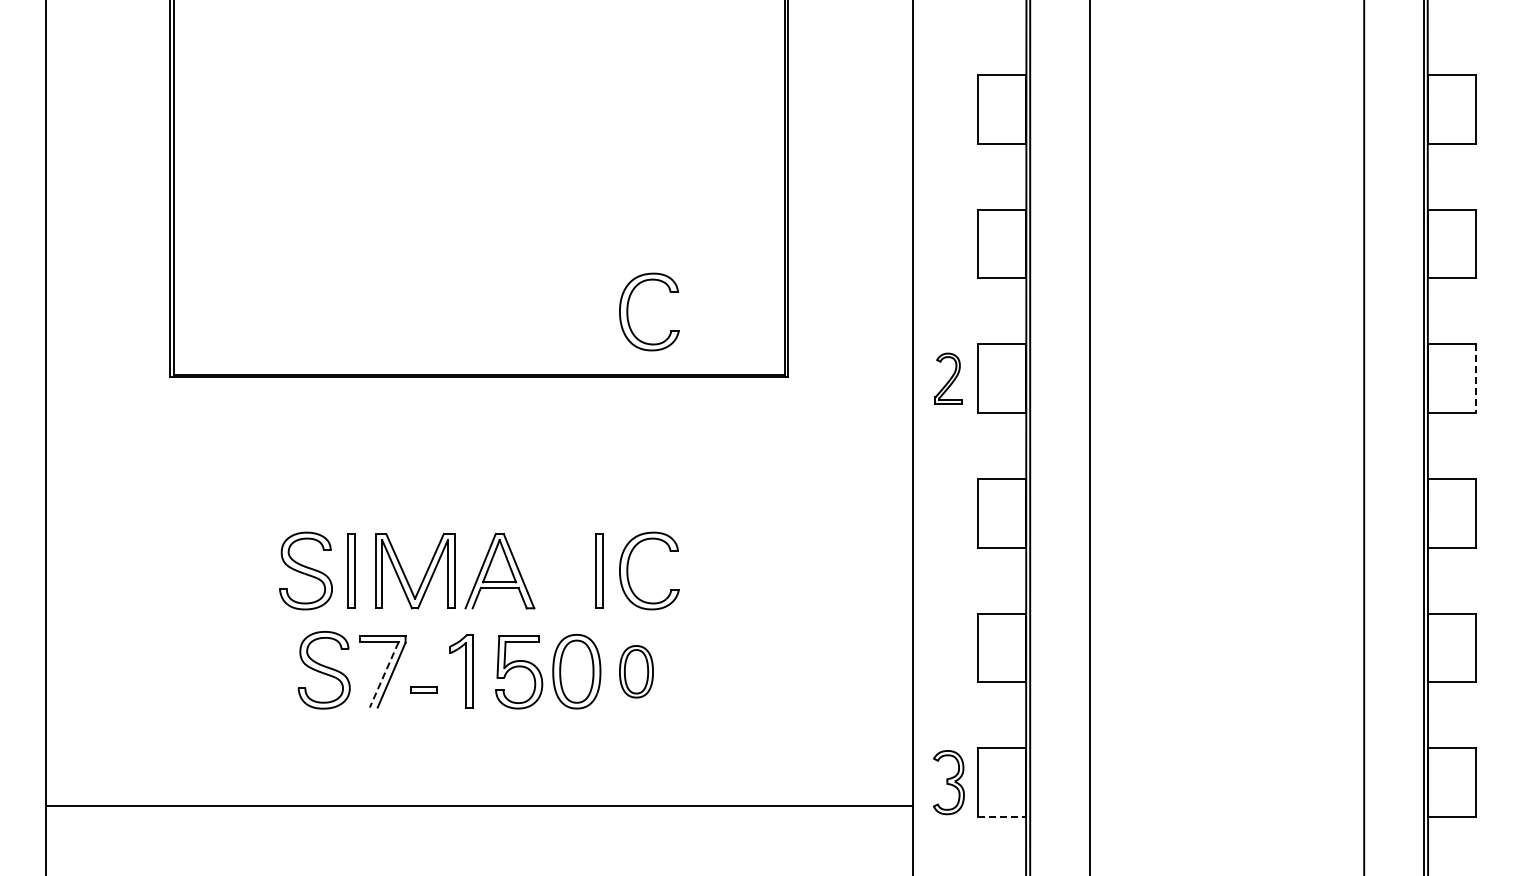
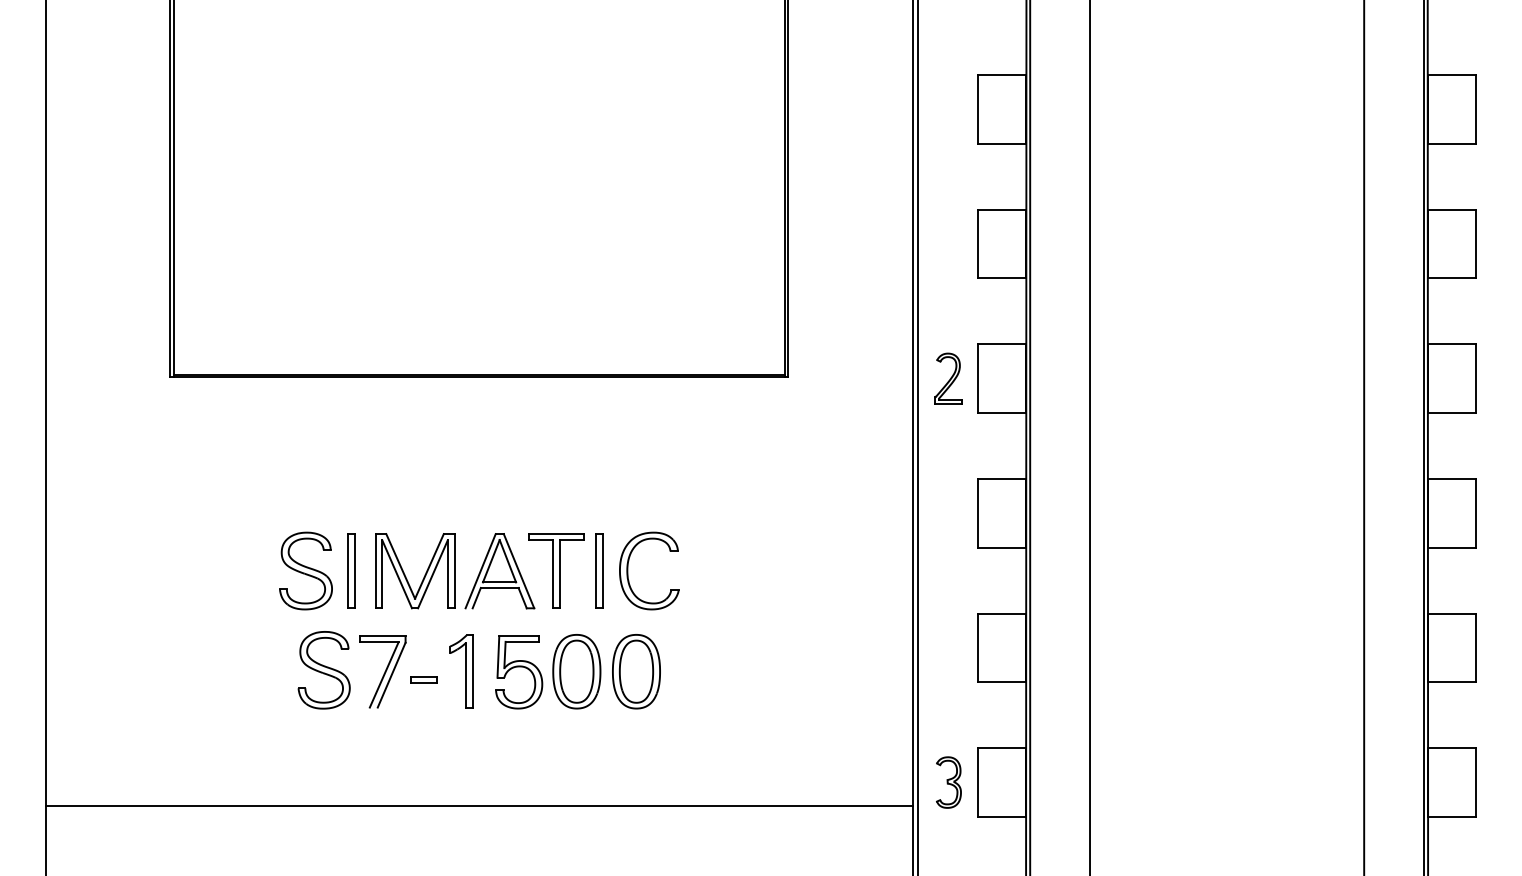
part at (628, 311): present -> none
line at (1476, 379): dashed -> solid
line at (918, 437): none -> present
part at (556, 570): none -> present
part at (636, 671) size: 35x54 px -> 49x76 px
line at (384, 675): dashed -> solid
part at (423, 689) position: (423, 689) -> (423, 679)
part at (948, 782) size: 32x66 px -> 26x53 px
line at (1002, 816): dashed -> solid
